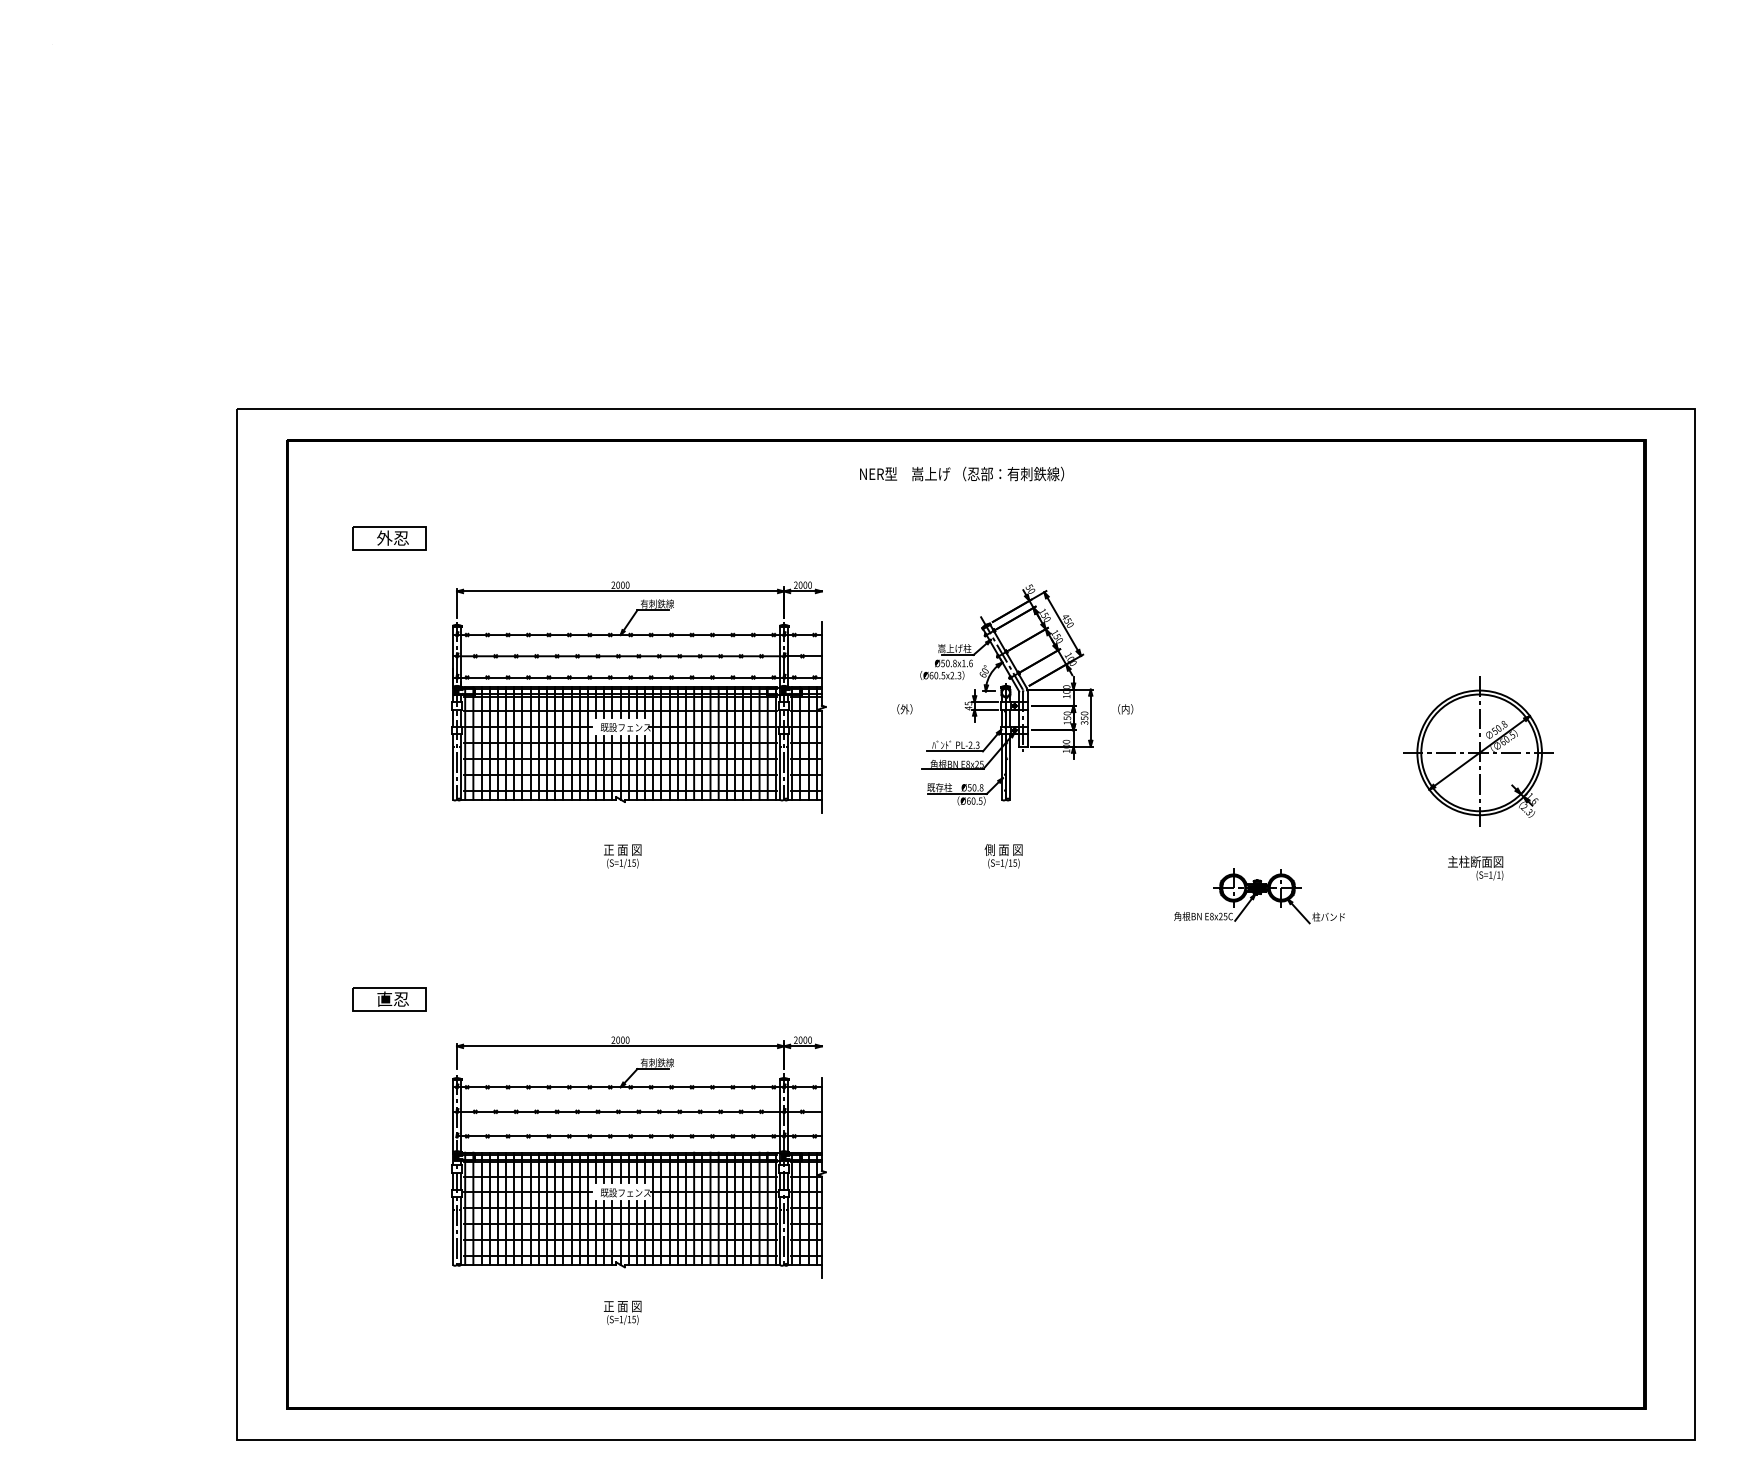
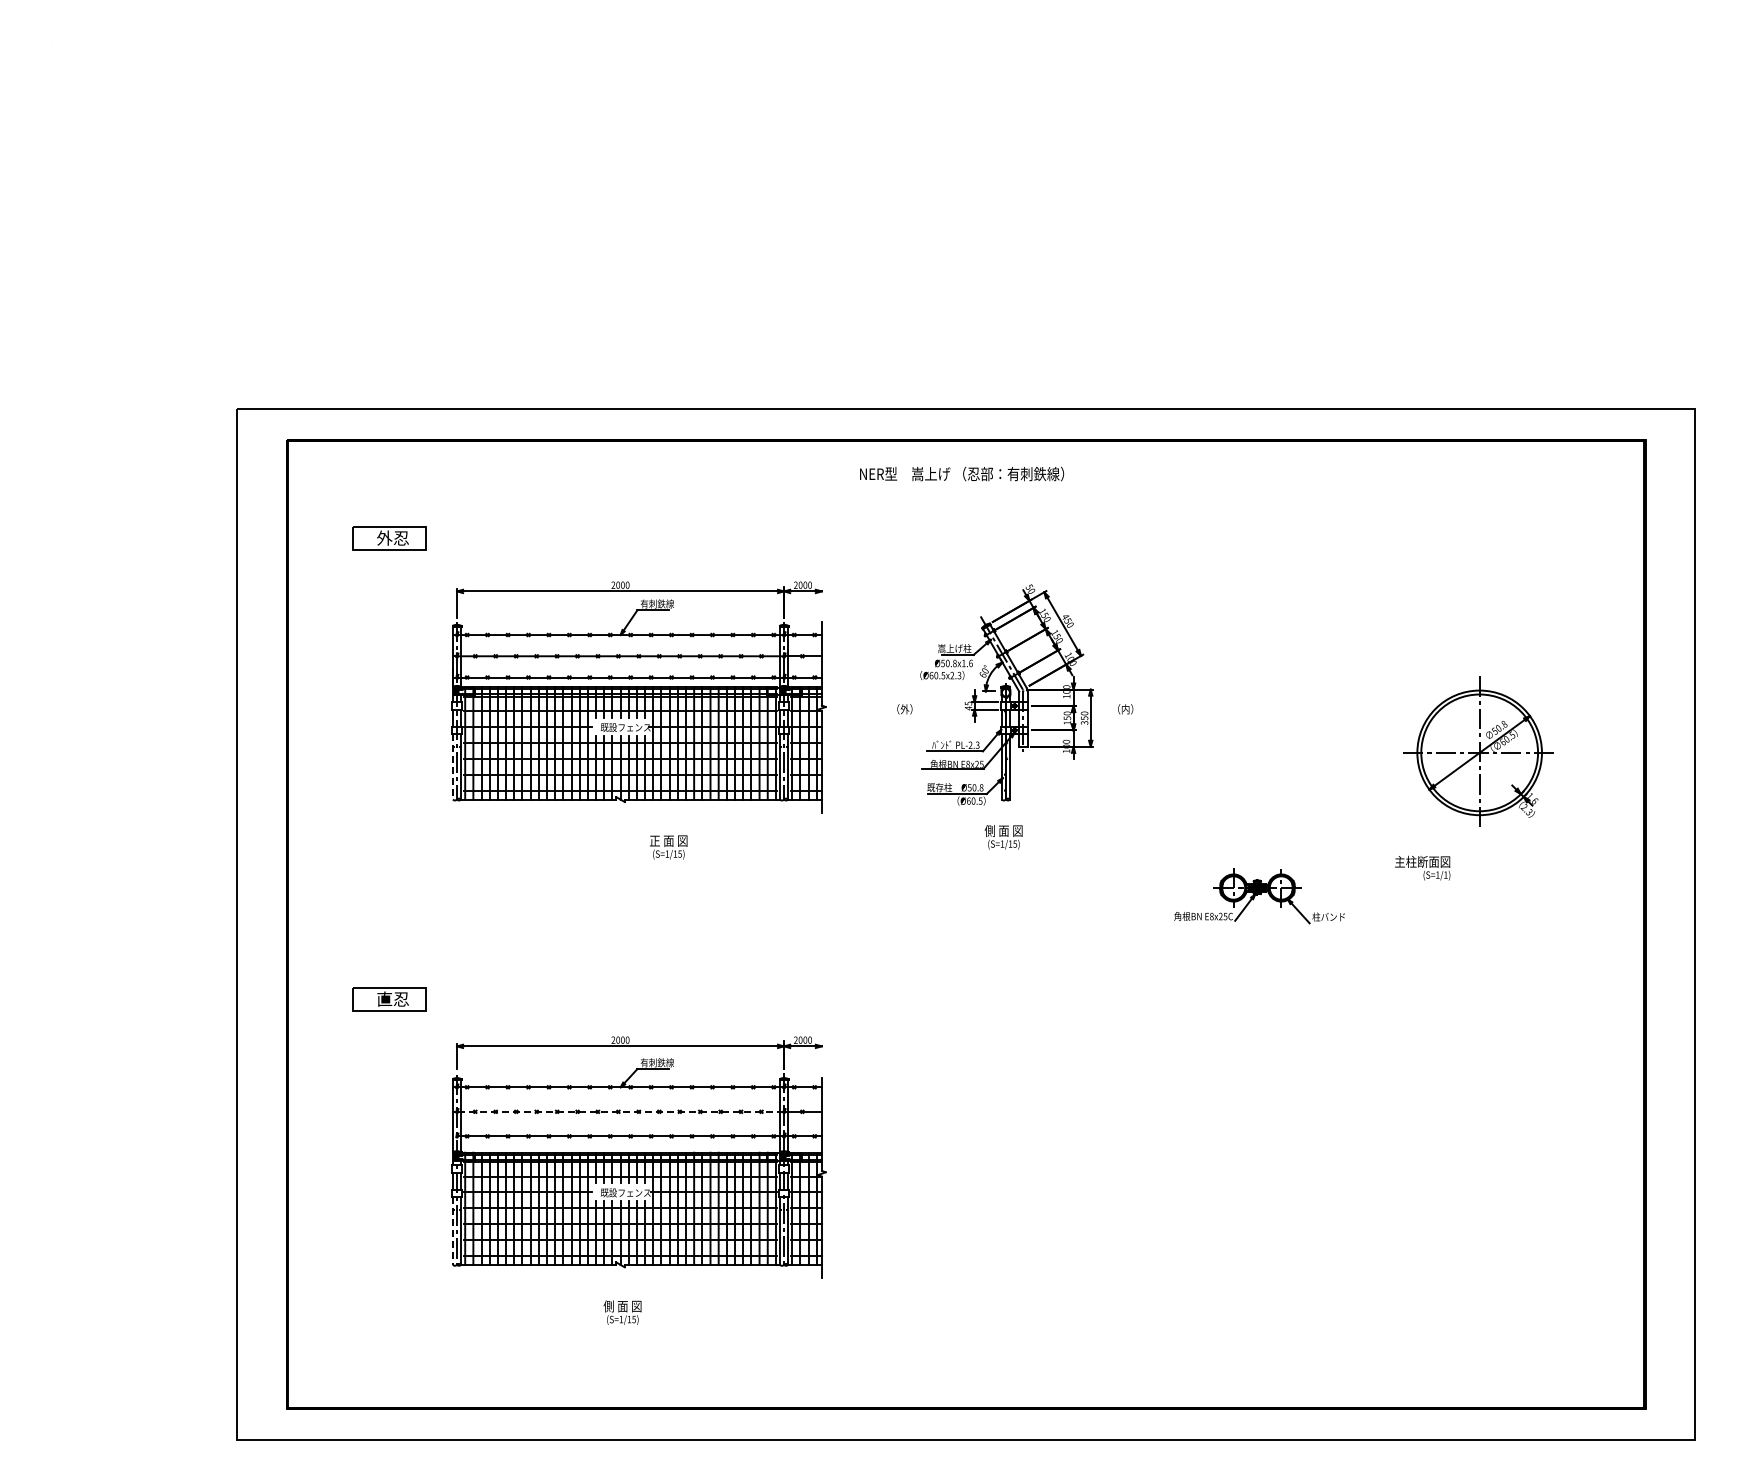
line at (452, 766): solid -> dashed
text at (622, 856) position: (622, 856) -> (668, 847)
text at (1003, 856) position: (1003, 856) -> (1003, 837)
text at (1475, 867) position: (1475, 867) -> (1422, 867)
line at (620, 1111): solid -> dashed
line at (452, 1231): solid -> dashed
text at (608, 1306): 正 面 図 -> 側 面 図
